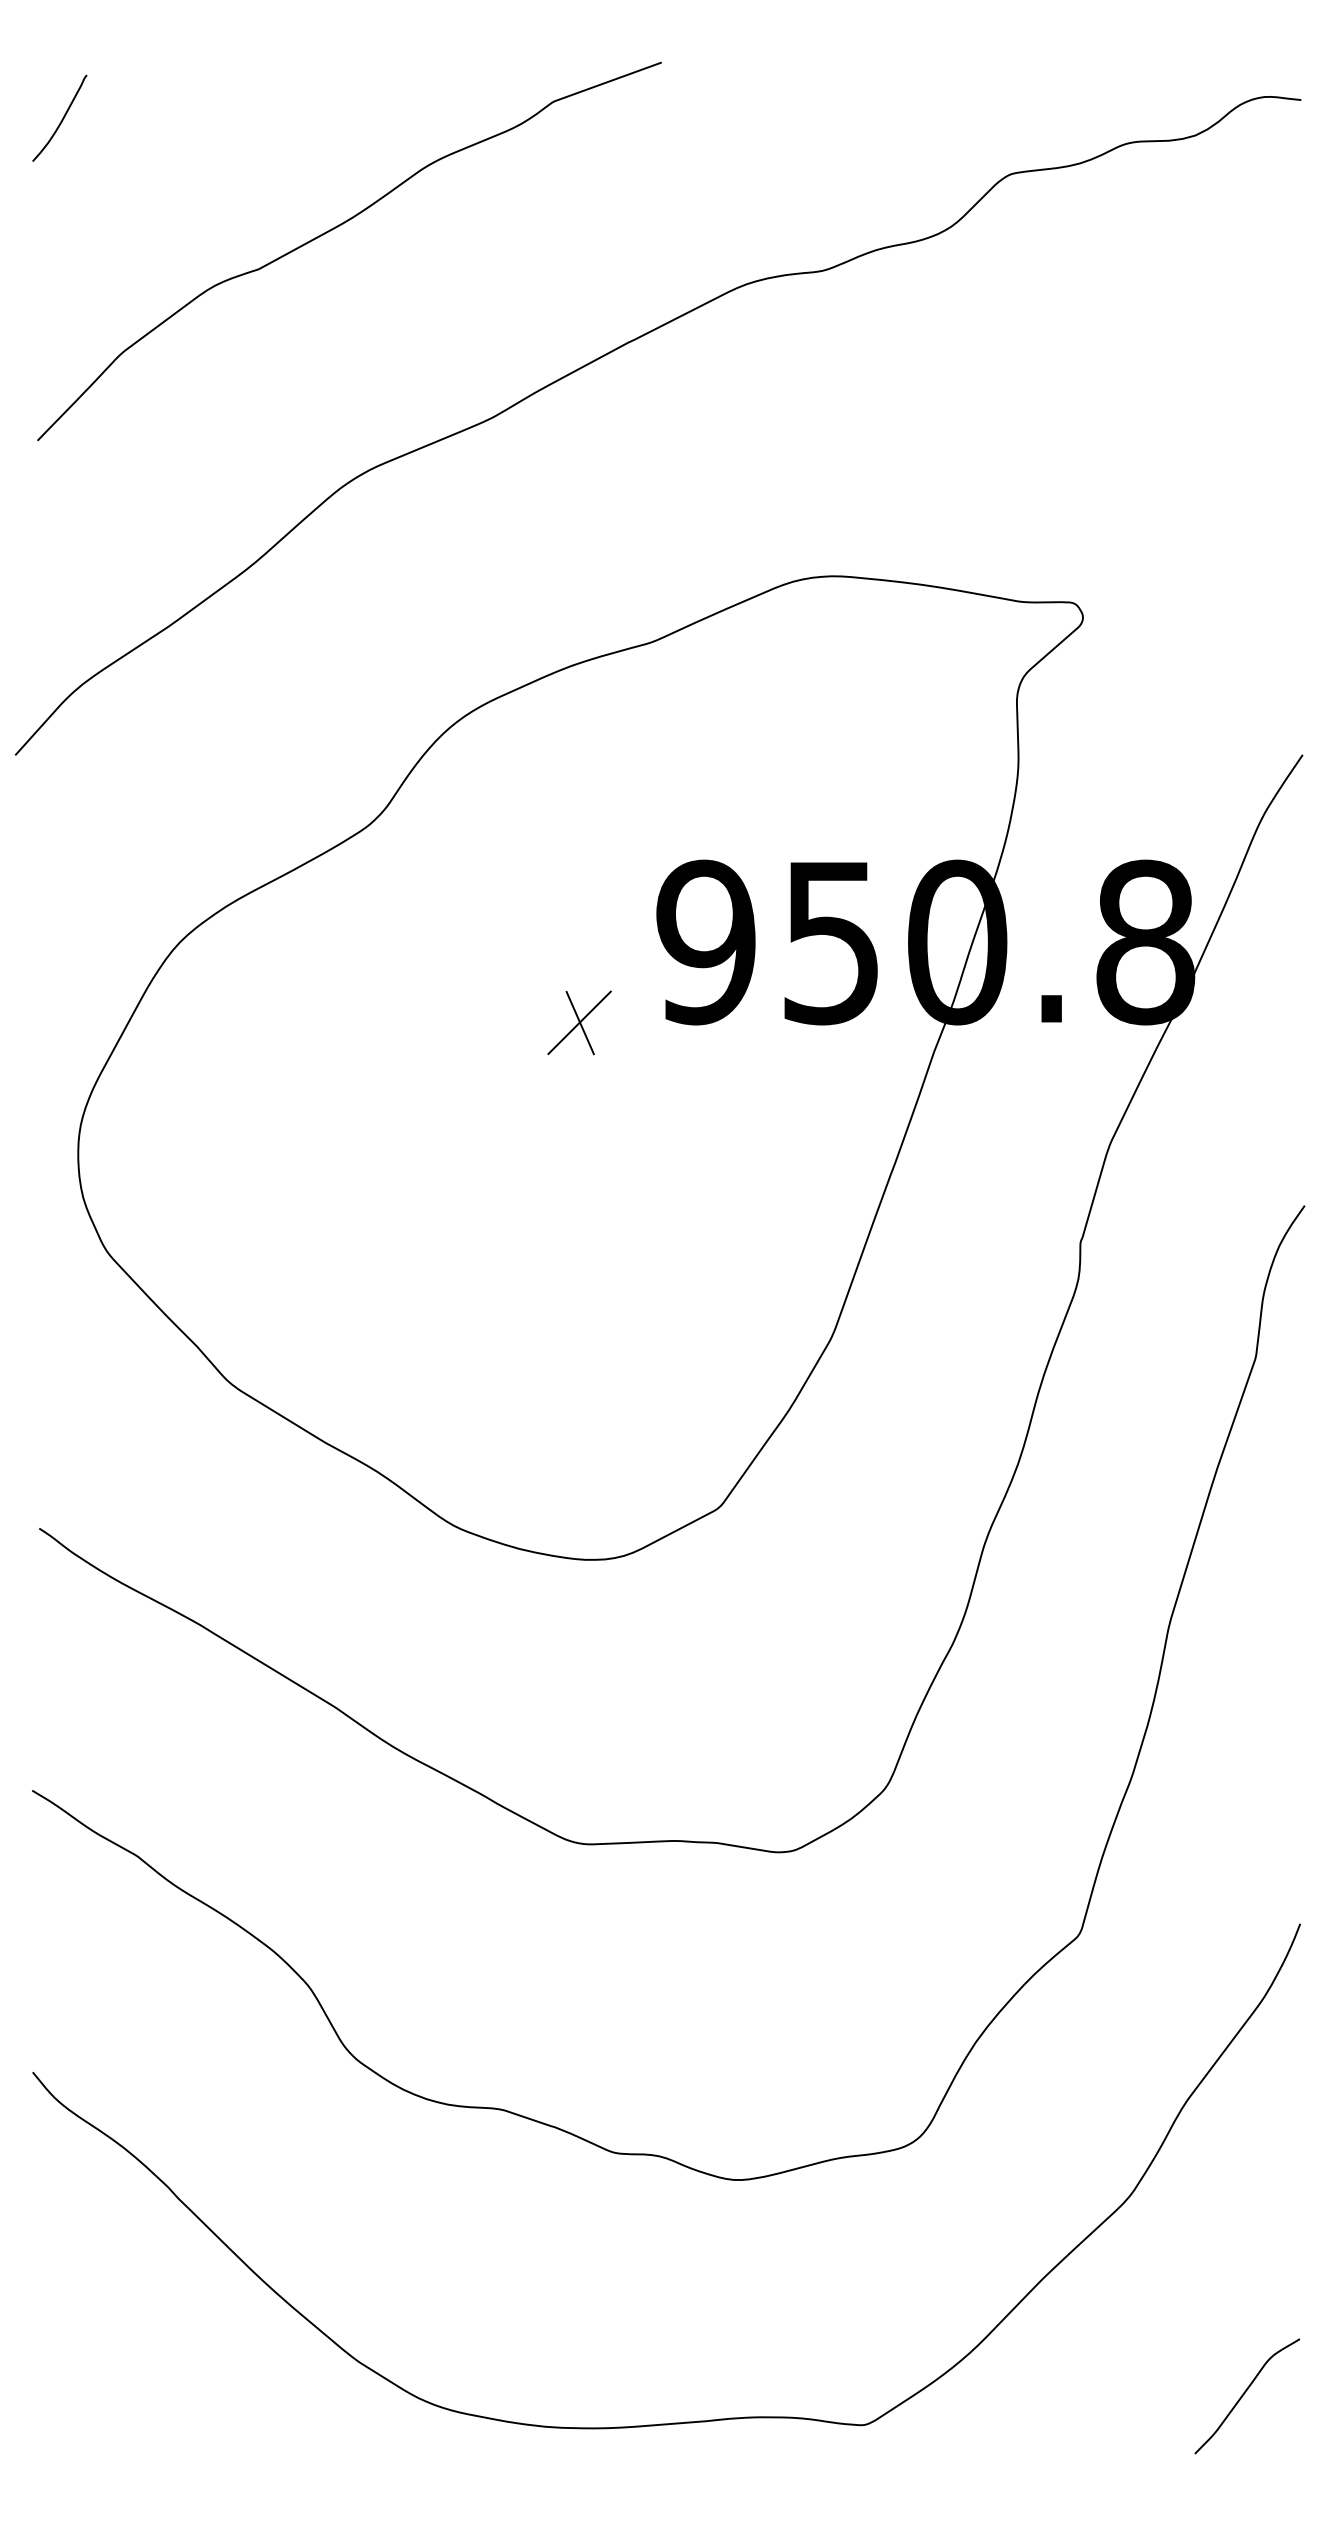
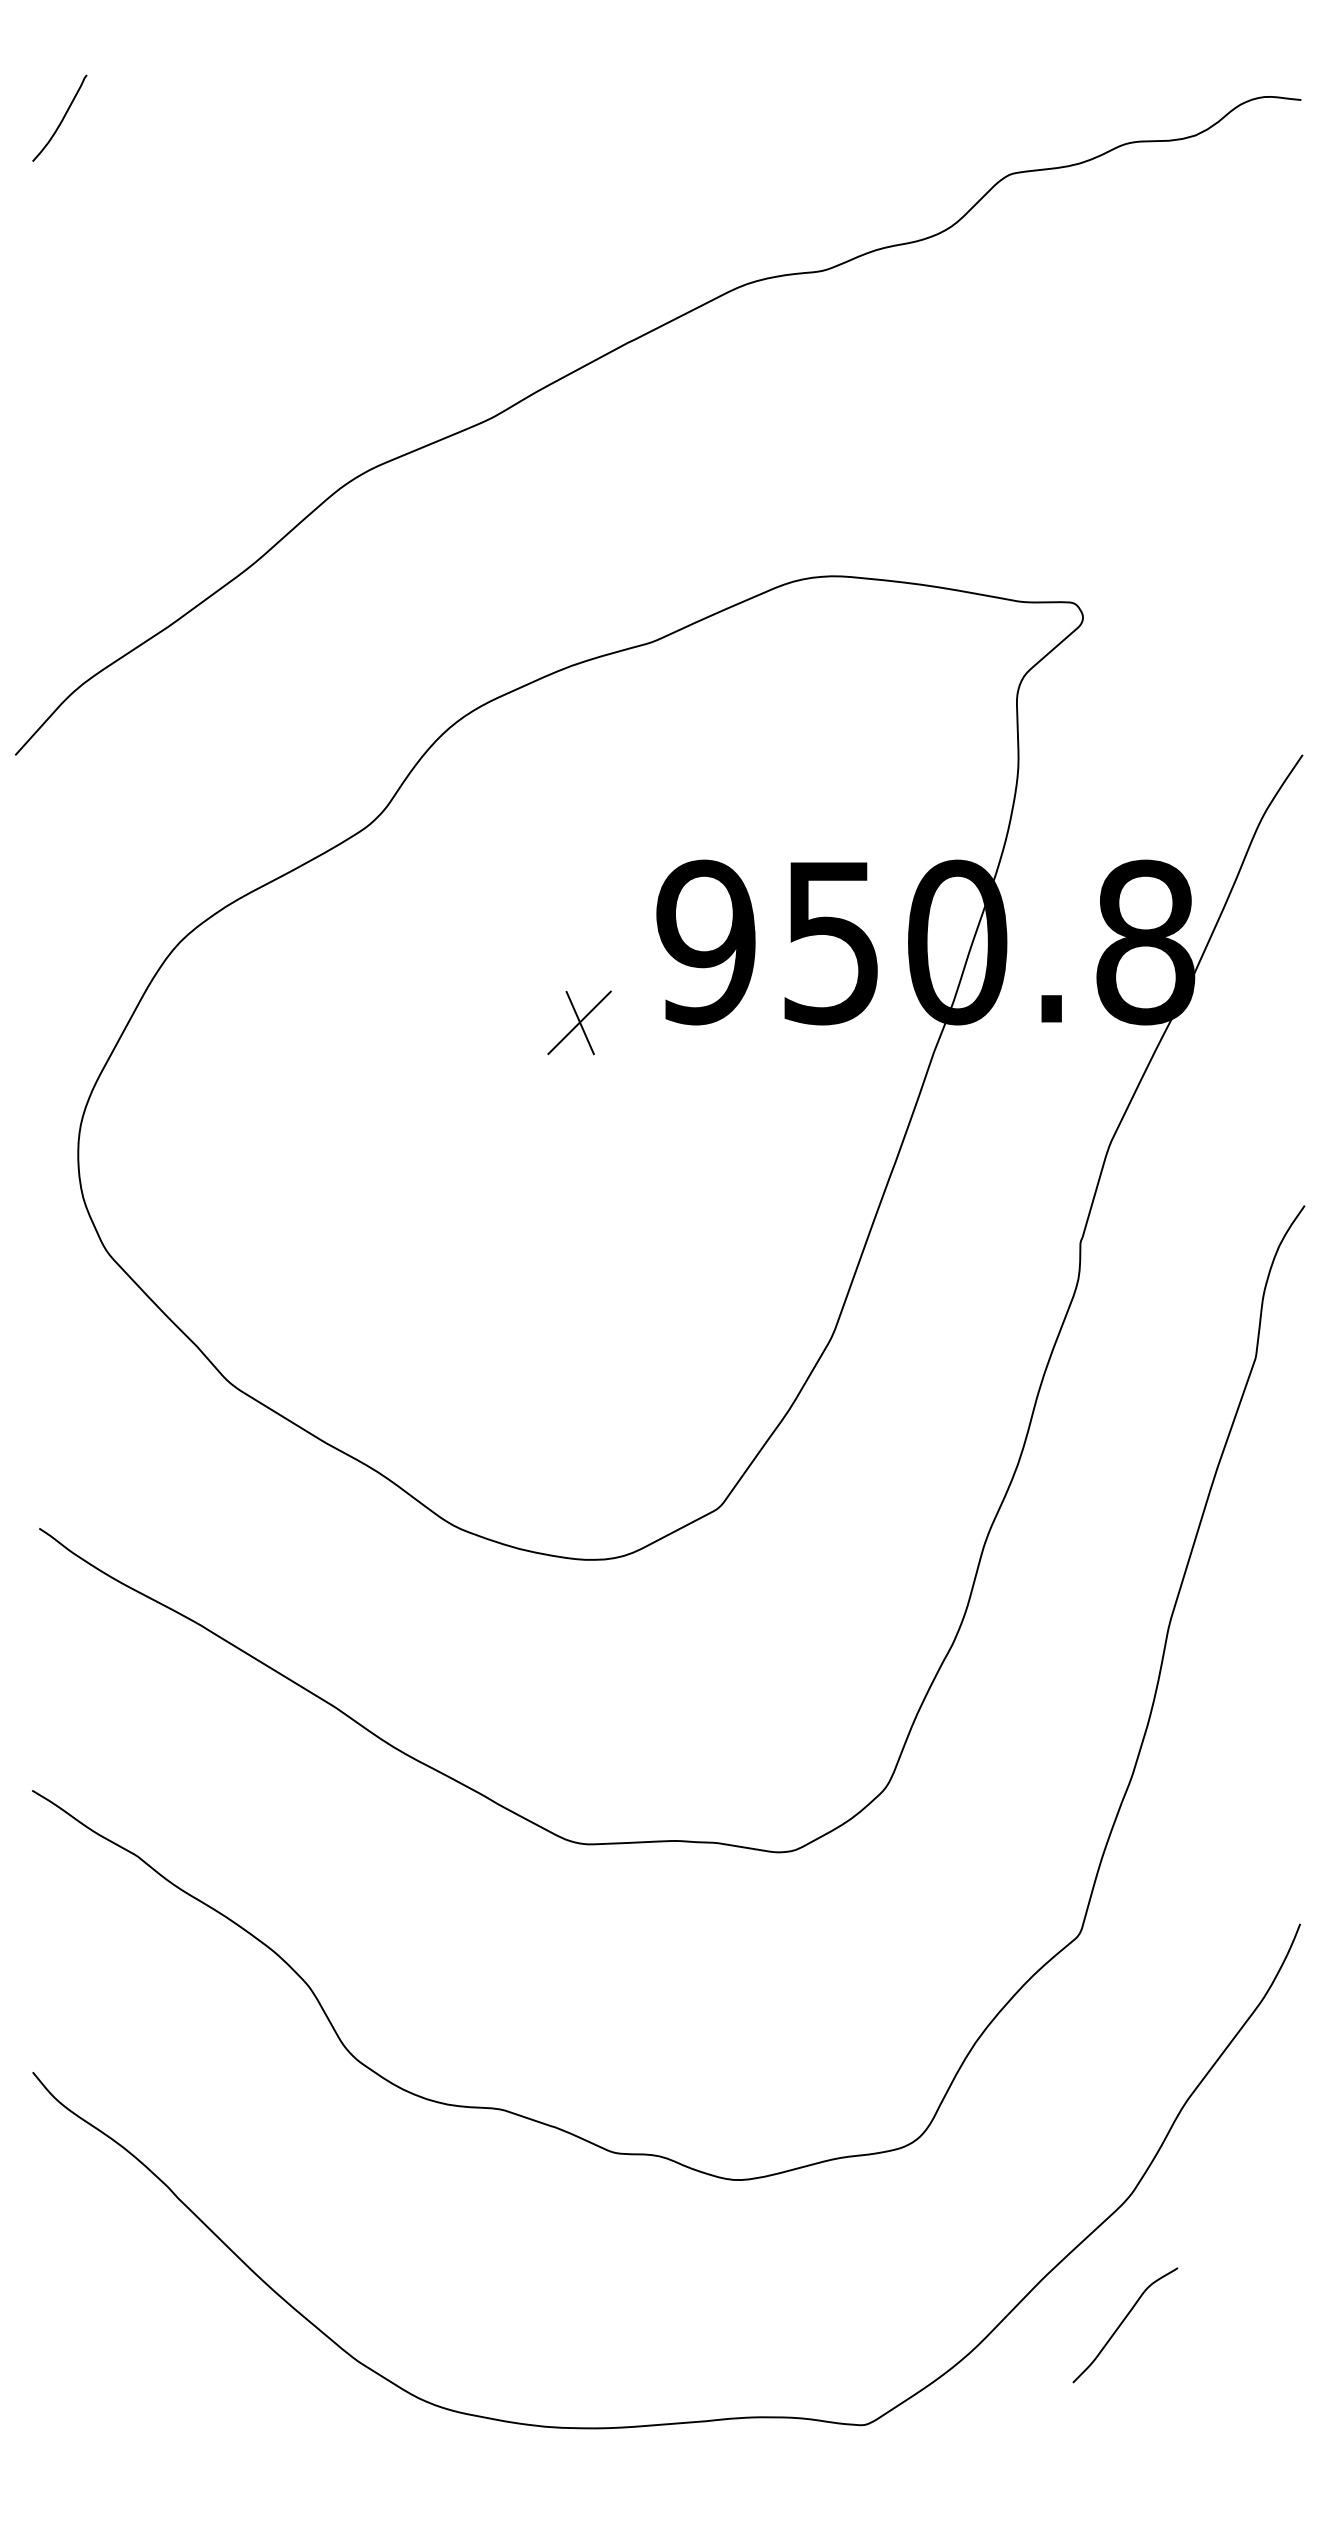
curve at (336, 228): present -> none
curve at (1245, 2393) position: (1245, 2393) -> (1123, 2322)
